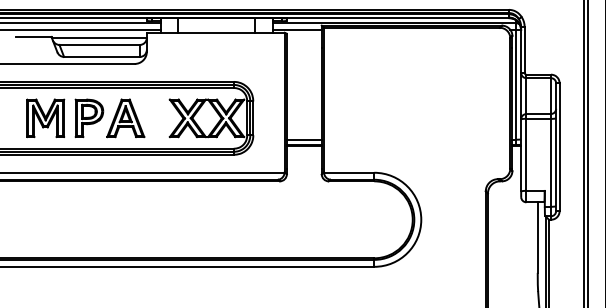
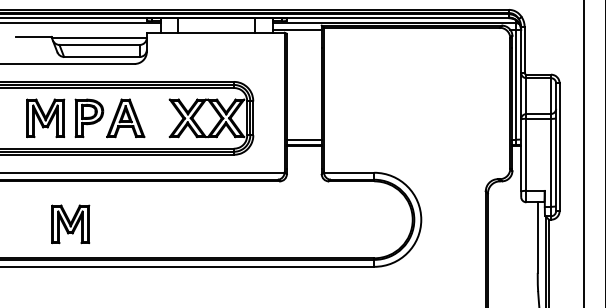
line at (81, 30): present -> none
line at (587, 153): present -> none
part at (70, 223): none -> present
